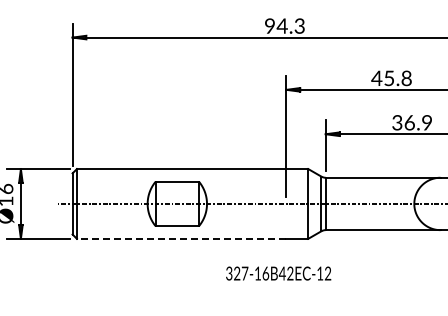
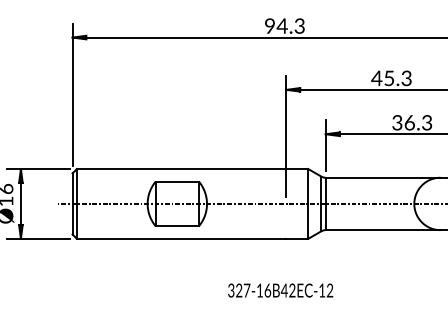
text at (406, 78): 45.8 -> 45.3
text at (427, 122): 36.9 -> 36.3
line at (181, 238): dashed -> solid
text at (278, 273) position: (278, 273) -> (280, 290)
